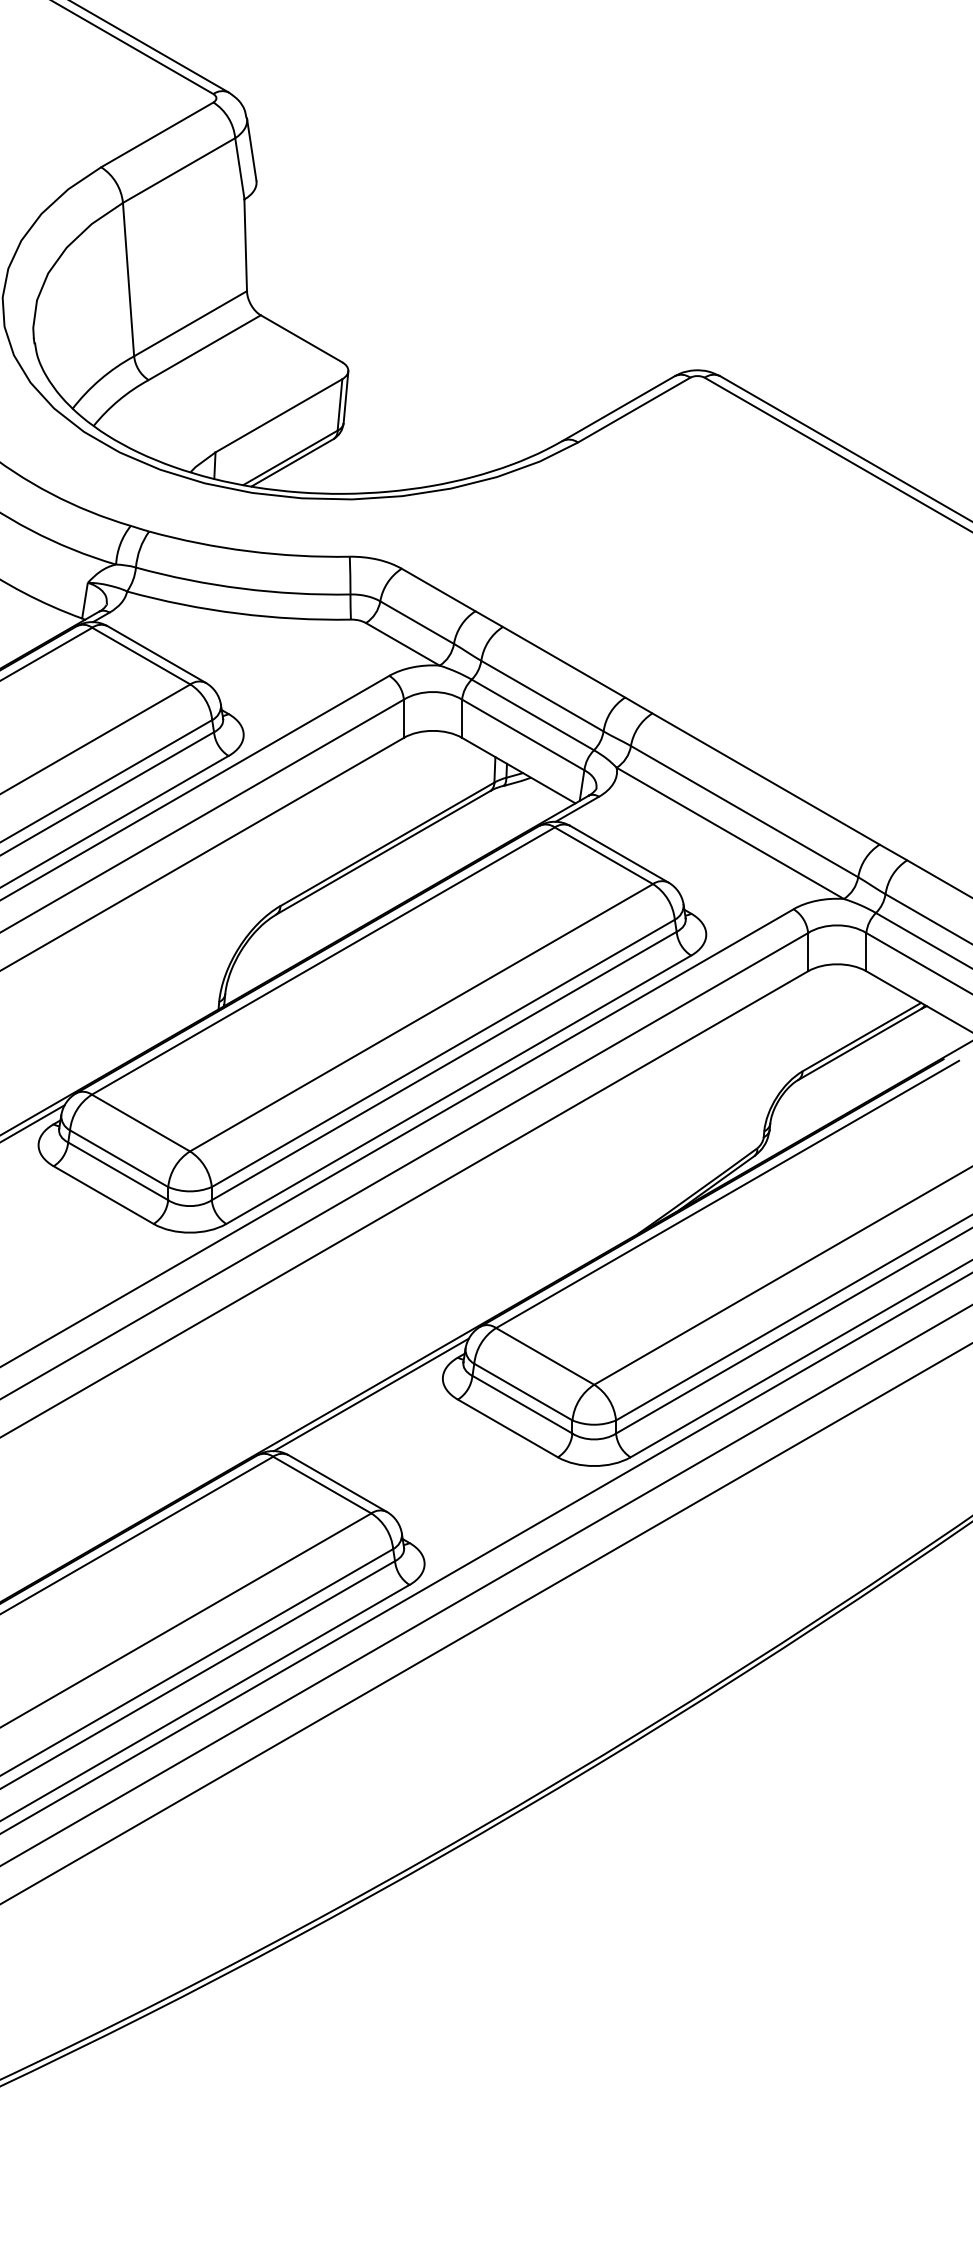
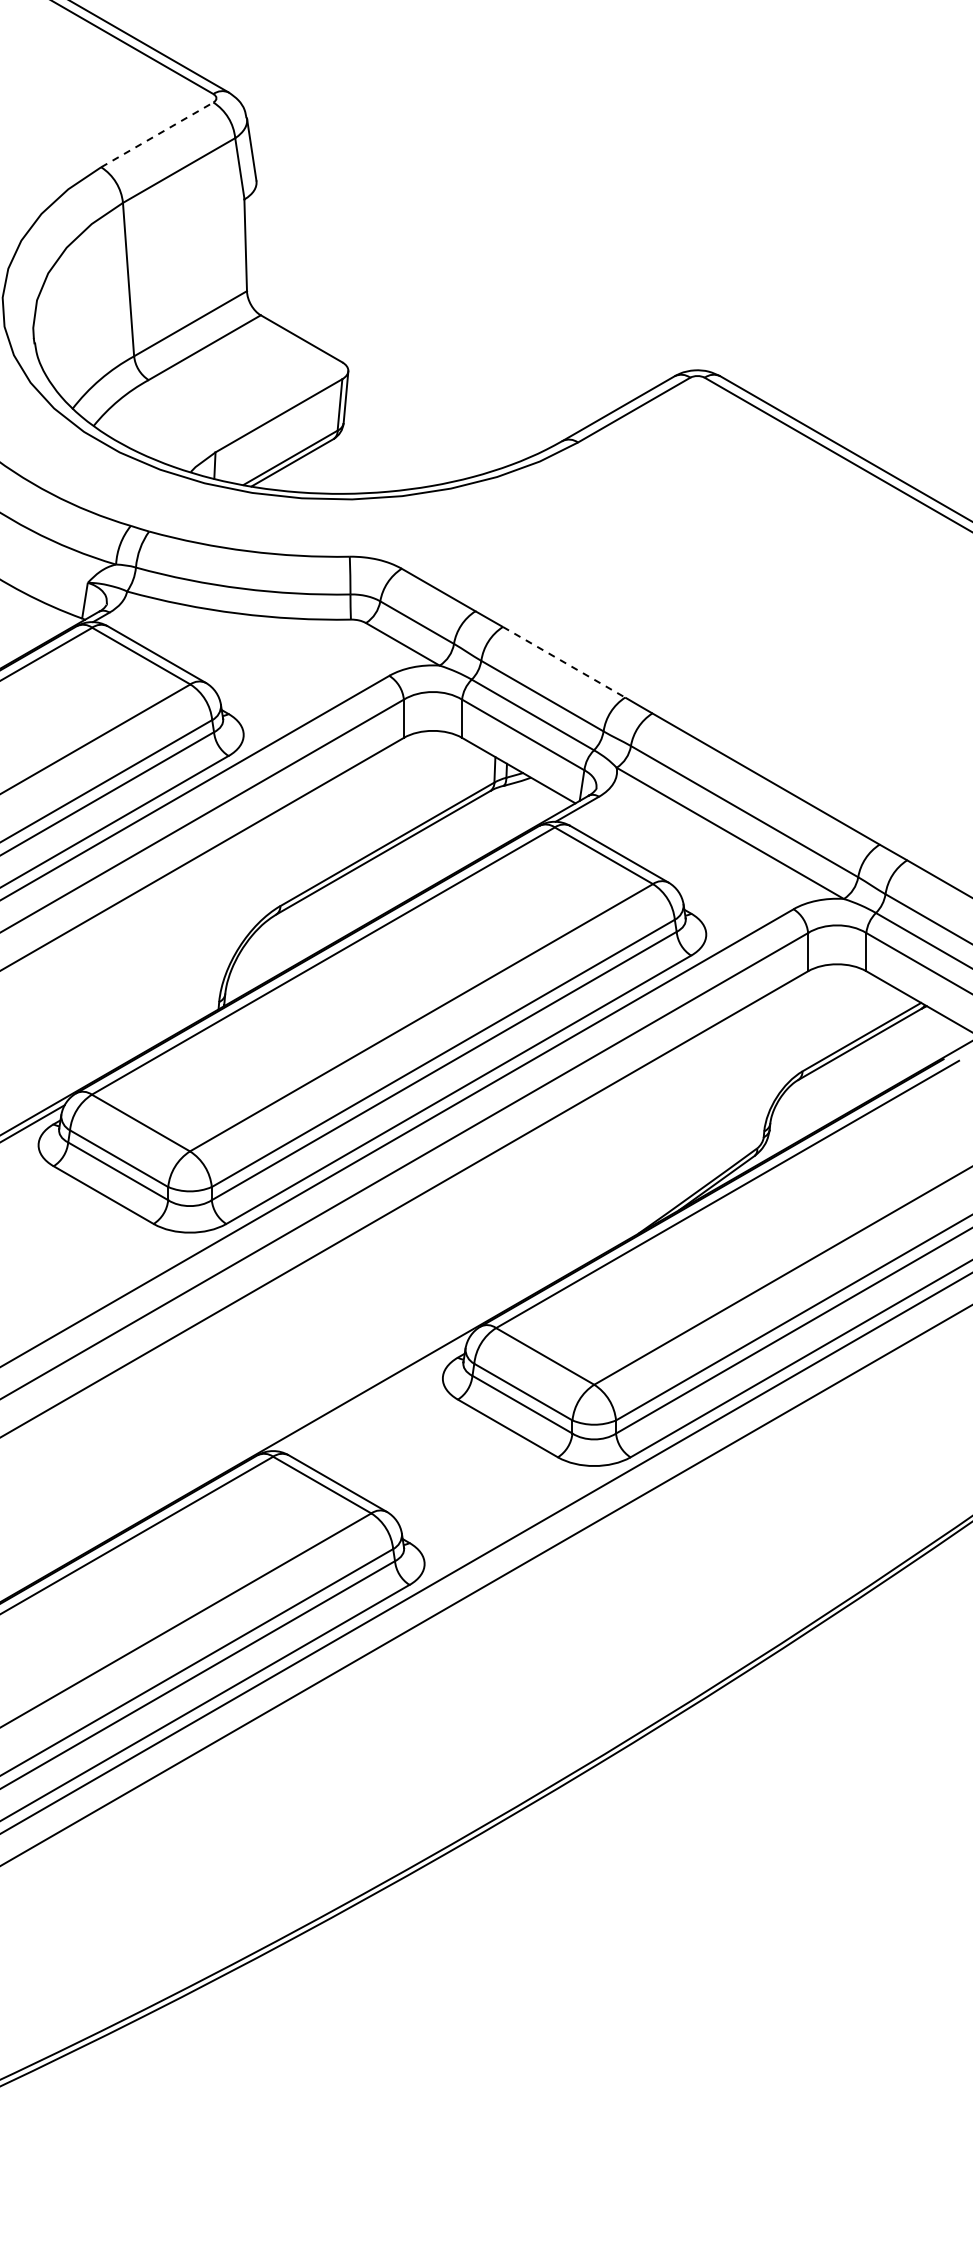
line at (157, 134): solid -> dashed
line at (564, 662): solid -> dashed
line at (371, 1394): present -> none
line at (485, 1623): present -> none
